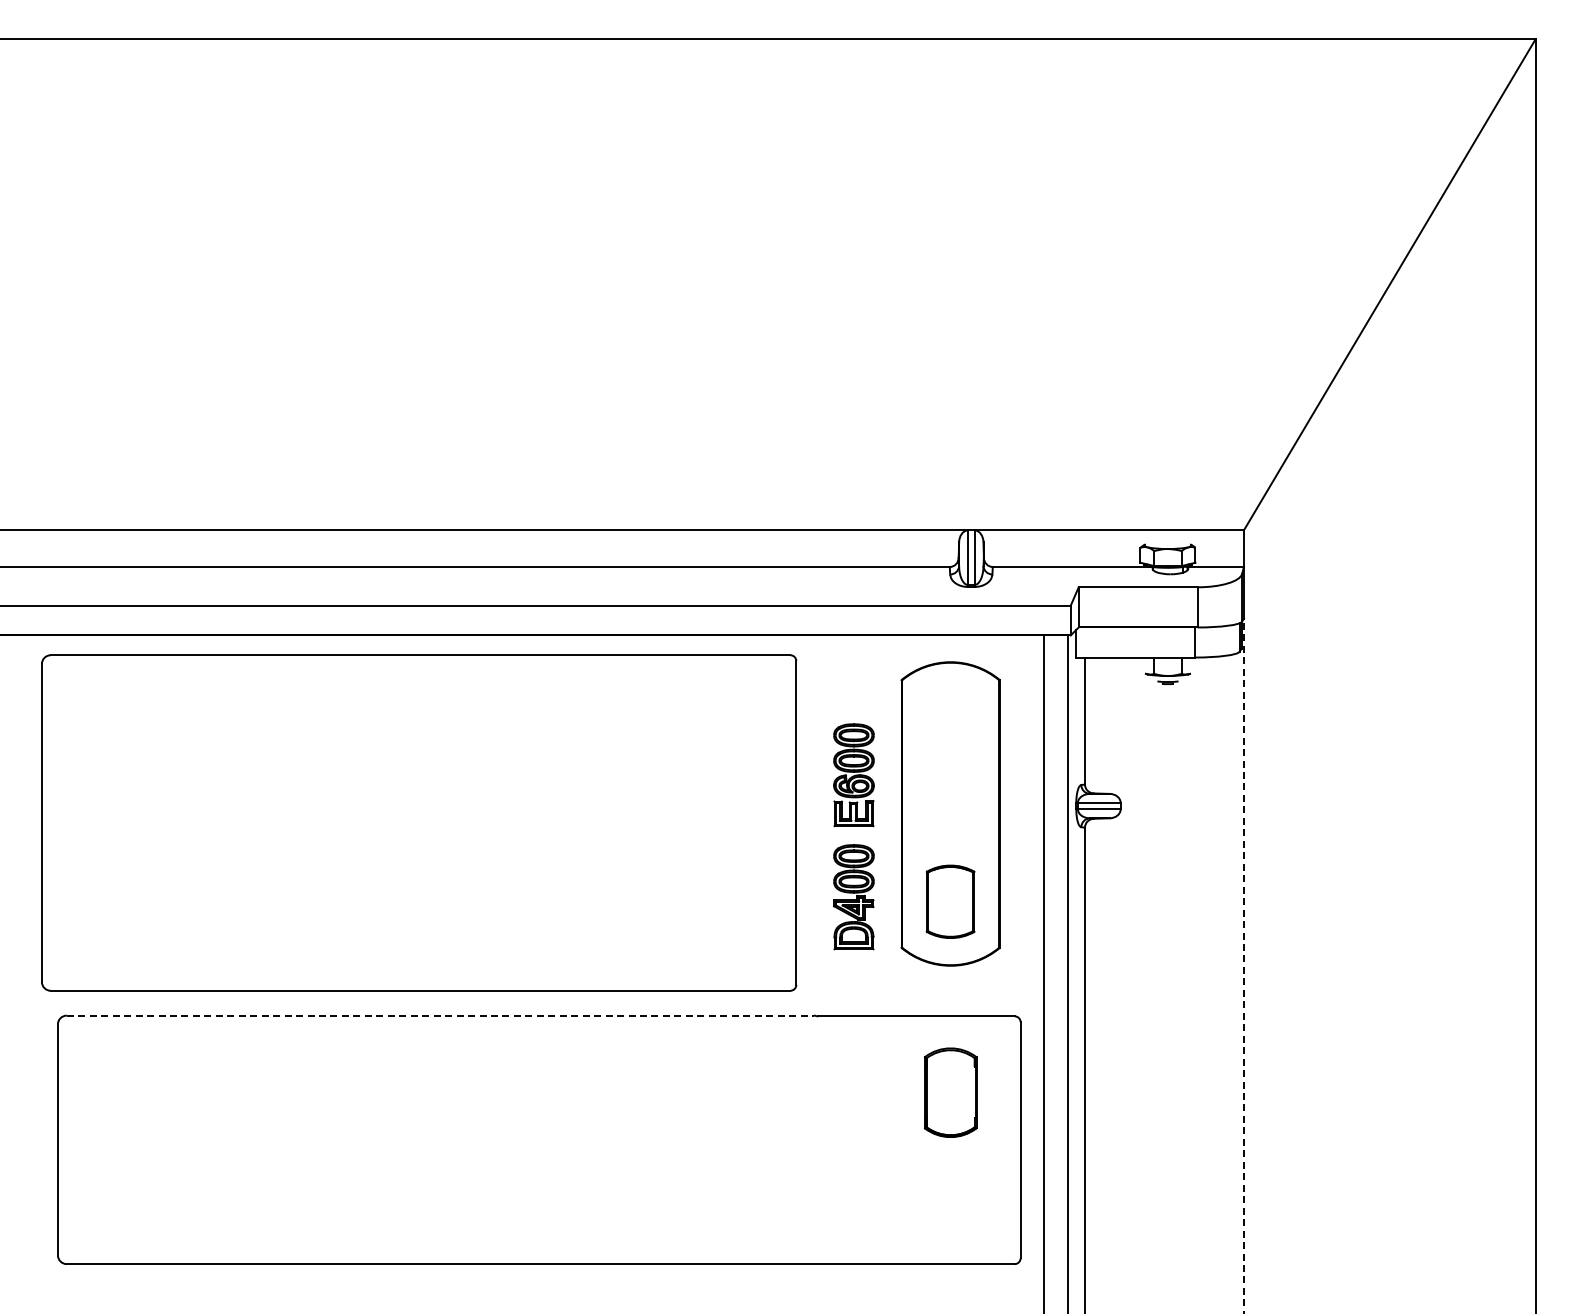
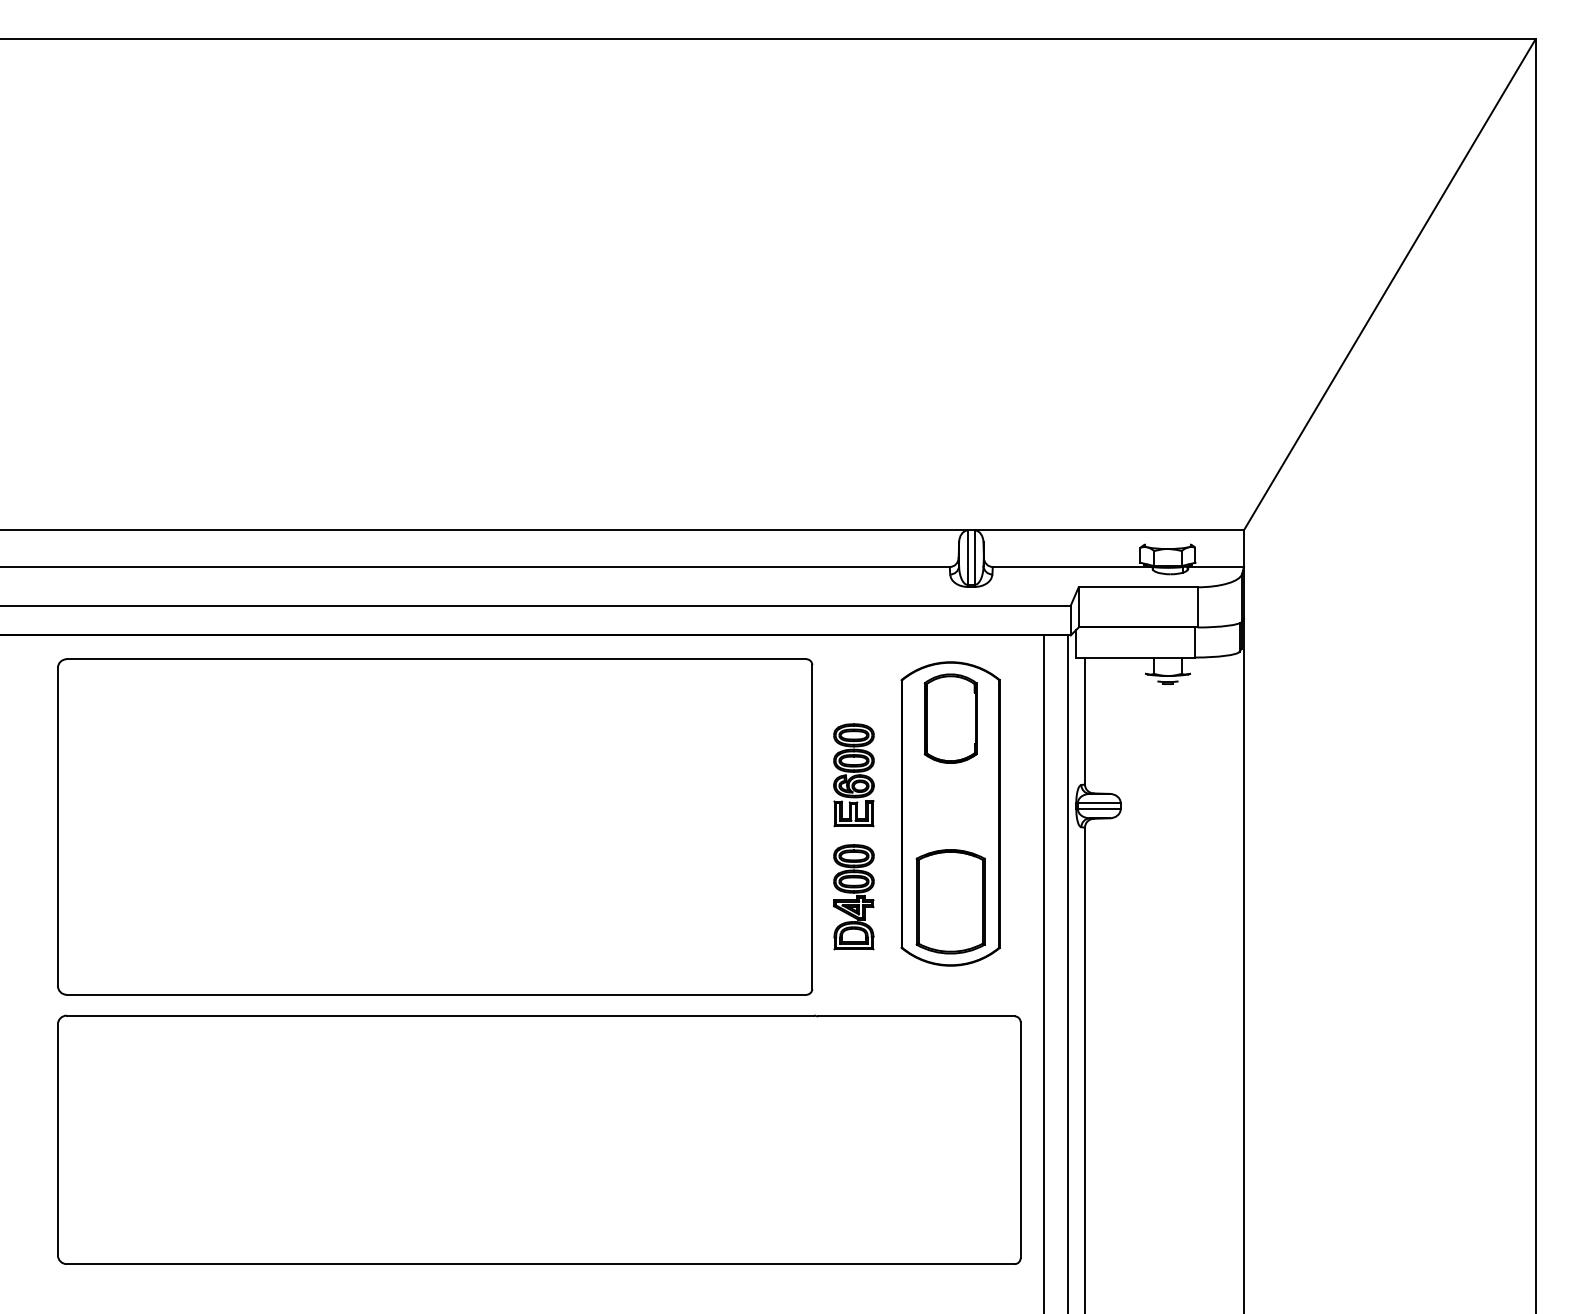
part at (419, 822) position: (419, 822) -> (435, 826)
part at (950, 901) size: 51x75 px -> 71x106 px
line at (1243, 965): dashed -> solid
line at (440, 1015): dashed -> solid
part at (950, 1092) position: (950, 1092) -> (950, 718)
